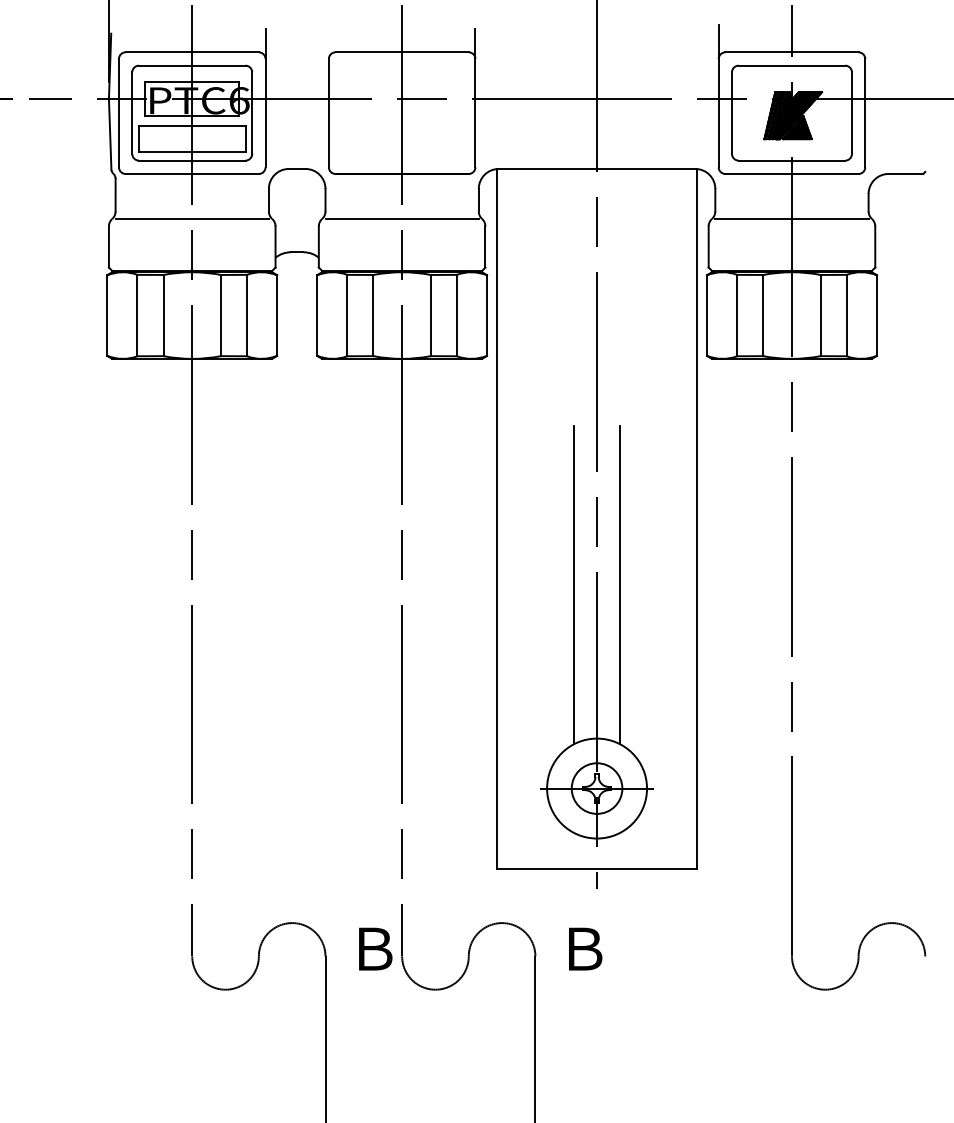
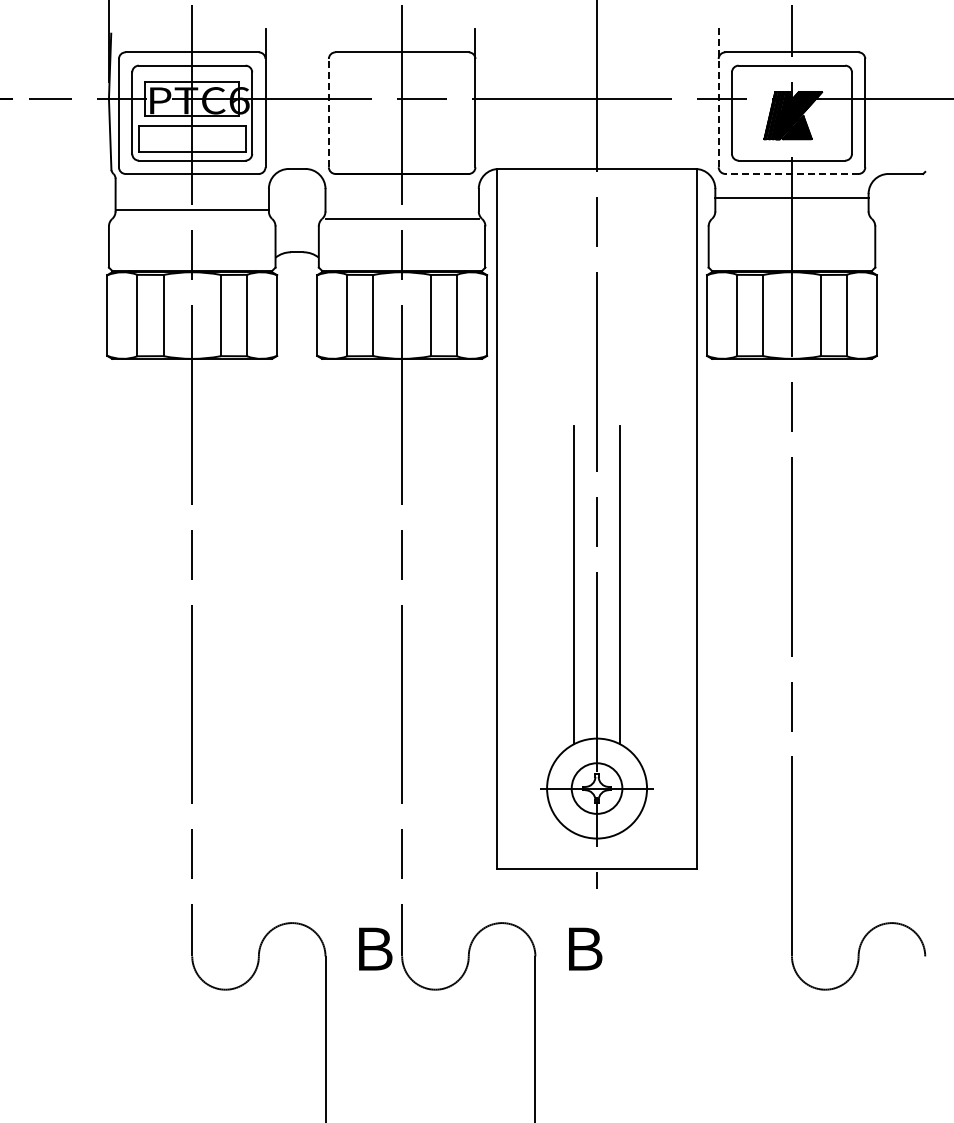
line at (718, 95): solid -> dashed
line at (328, 112): solid -> dashed
line at (791, 173): solid -> dashed
line at (191, 218) position: (191, 218) -> (191, 209)
line at (791, 218) position: (791, 218) -> (791, 197)
